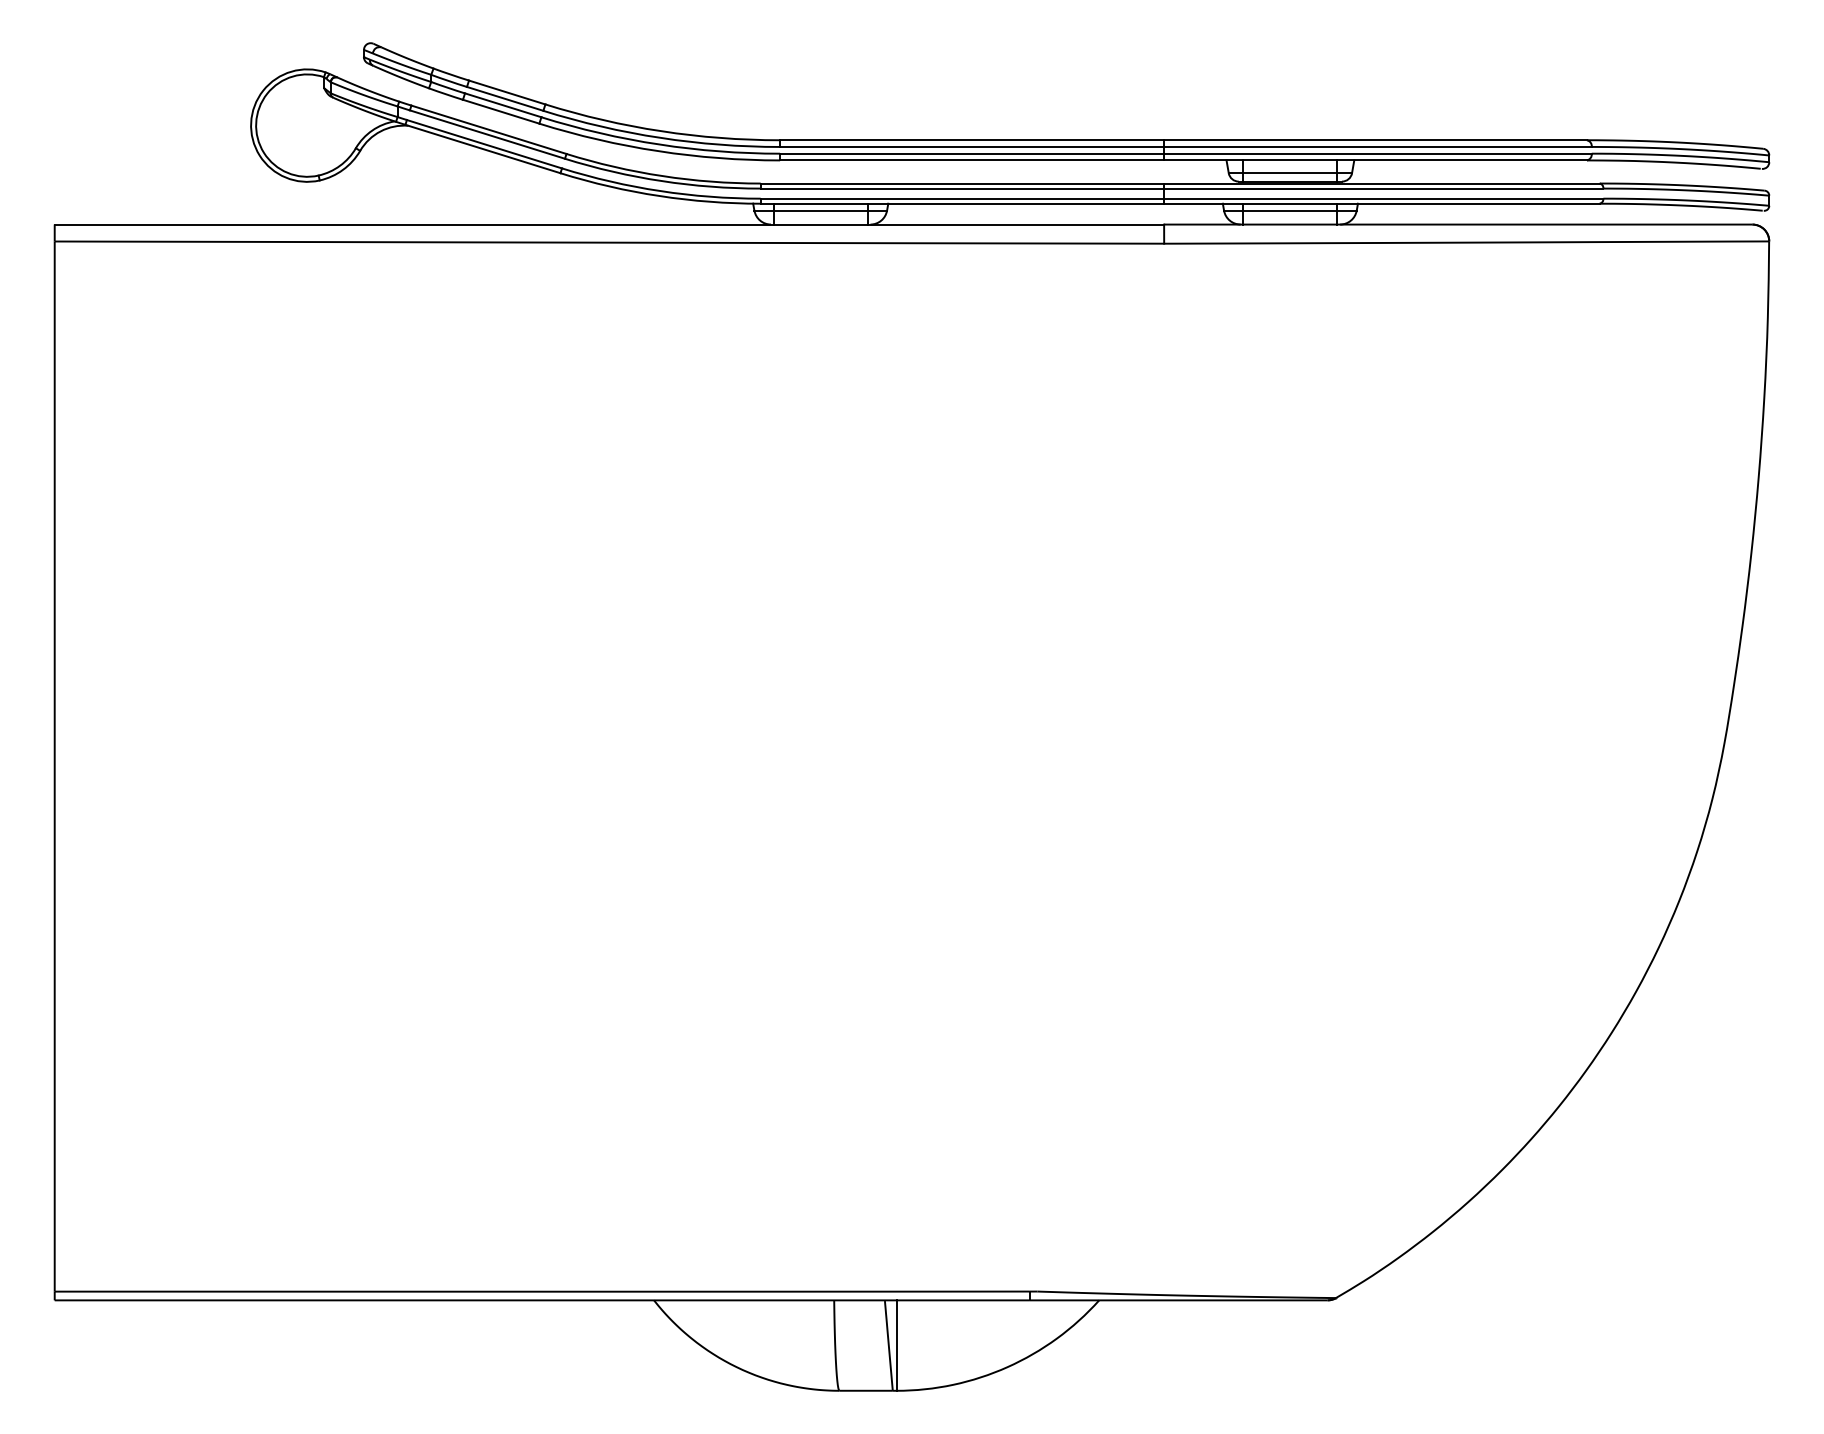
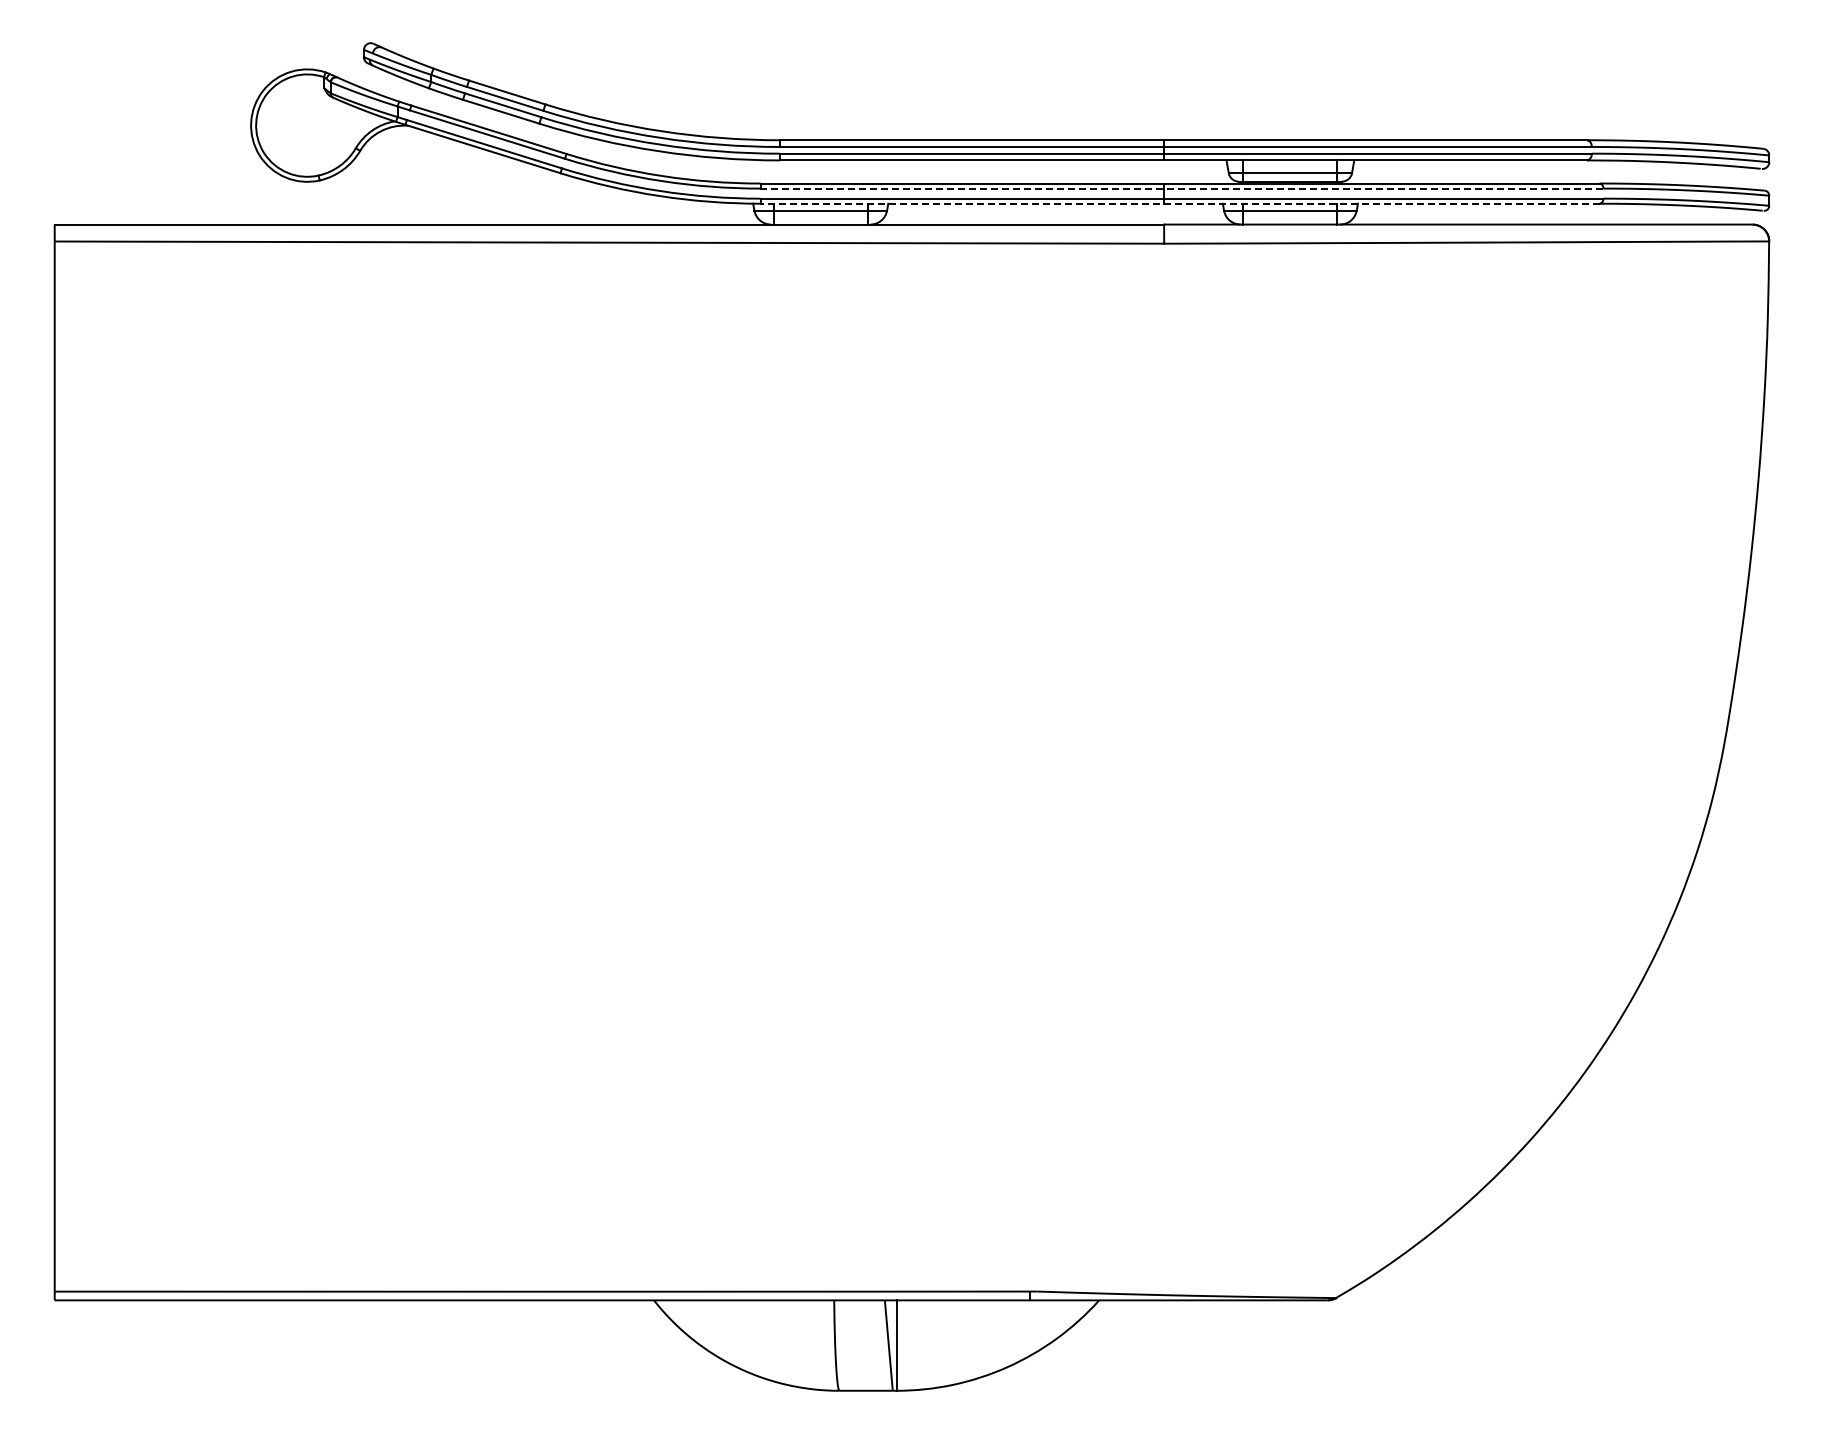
line at (1181, 188): solid -> dashed
line at (1179, 203): solid -> dashed
